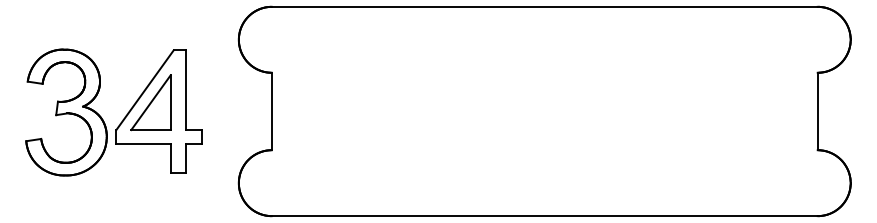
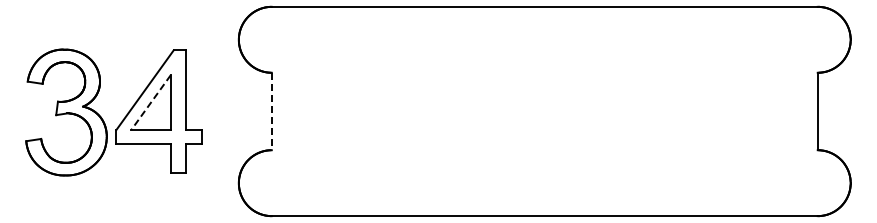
line at (151, 102): solid -> dashed
line at (271, 111): solid -> dashed
